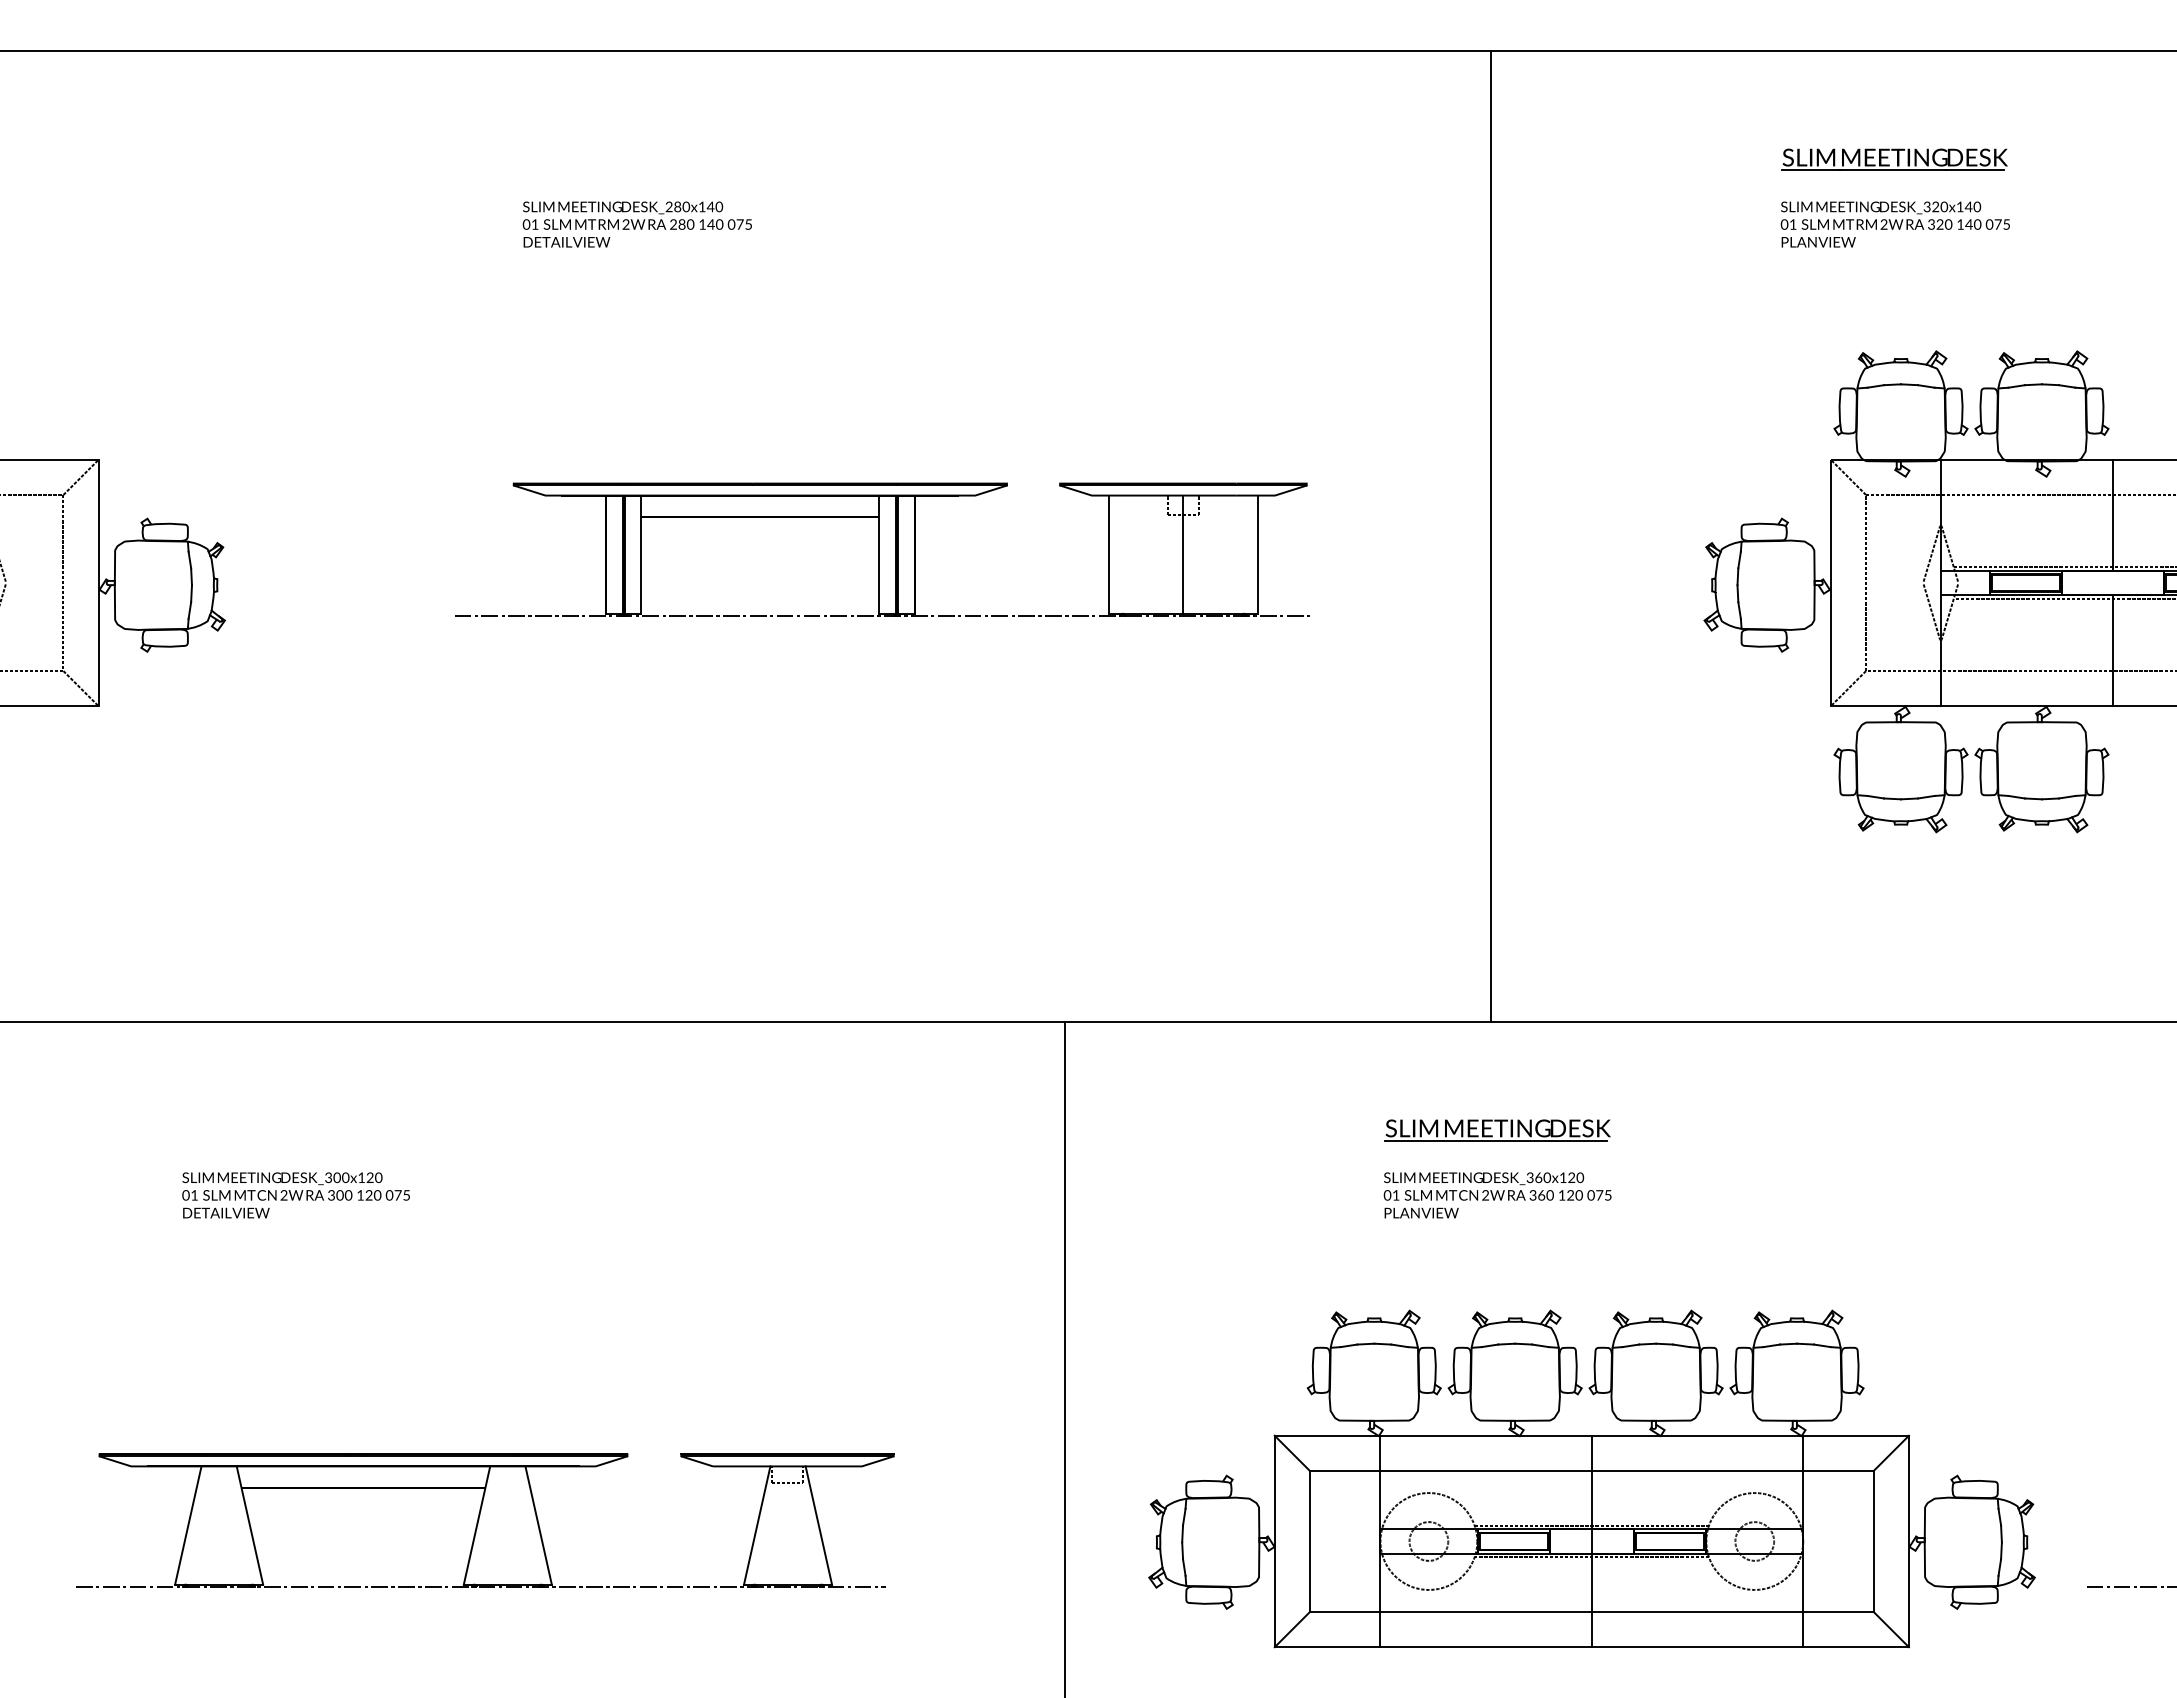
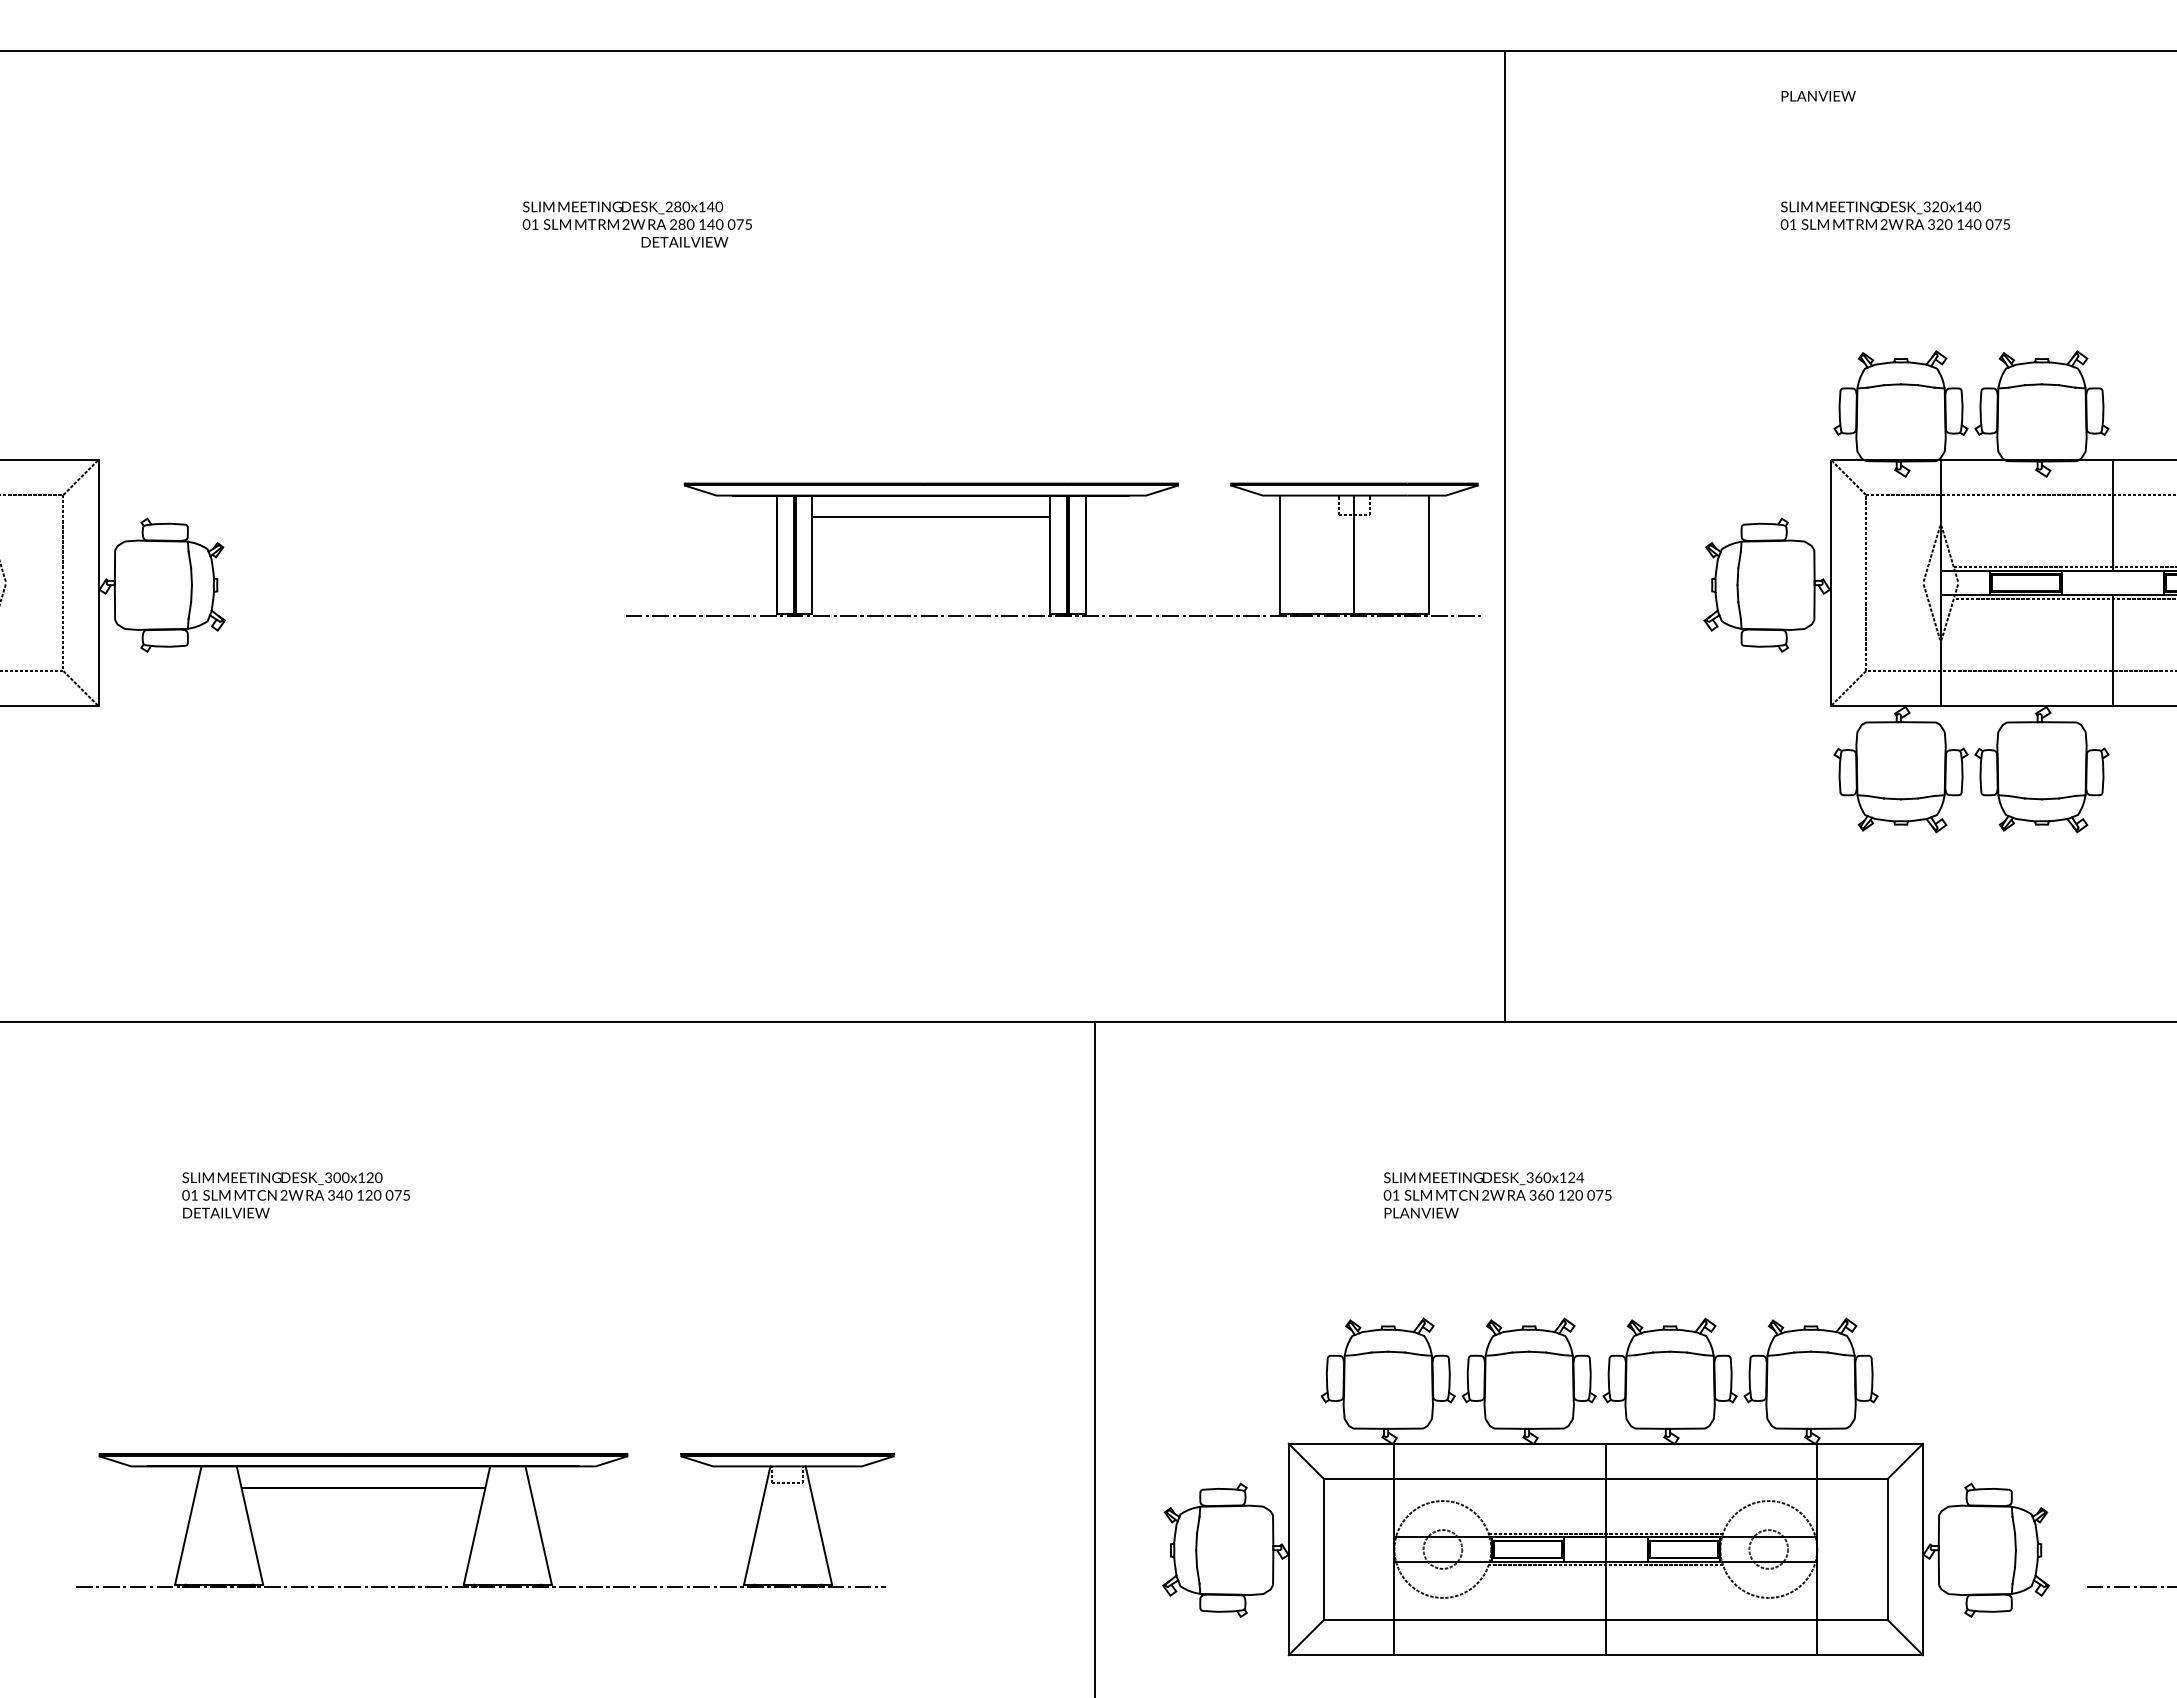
part at (1894, 159): present -> none
text at (566, 242) position: (566, 242) -> (684, 242)
text at (1818, 242) position: (1818, 242) -> (1818, 96)
line at (1491, 535) position: (1491, 535) -> (1505, 535)
part at (882, 549) position: (882, 549) -> (1053, 549)
part at (1497, 1130): present -> none
text at (1580, 1177): DESK_360x120 -> DESK_360x124
text at (339, 1195): 300 -> 340
line at (1065, 1357) position: (1065, 1357) -> (1095, 1357)
part at (1591, 1478) position: (1591, 1478) -> (1605, 1486)
